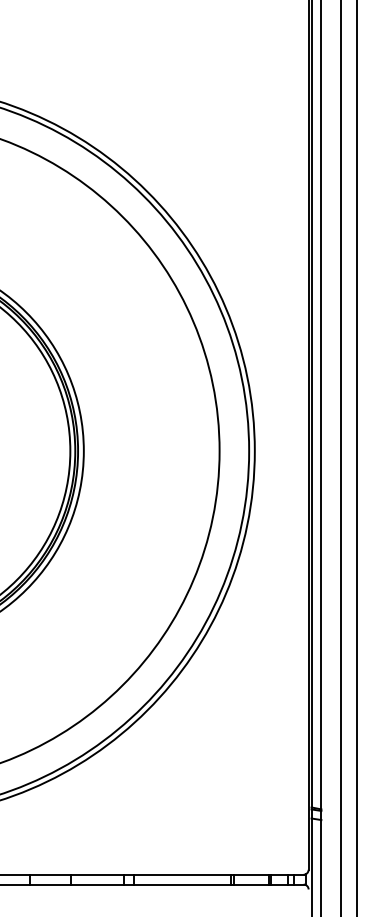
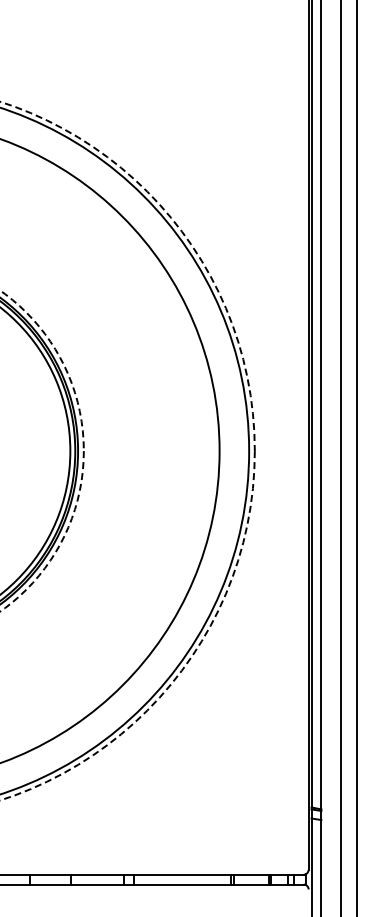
circle at (41, 450): solid -> dashed
circle at (127, 451): solid -> dashed
